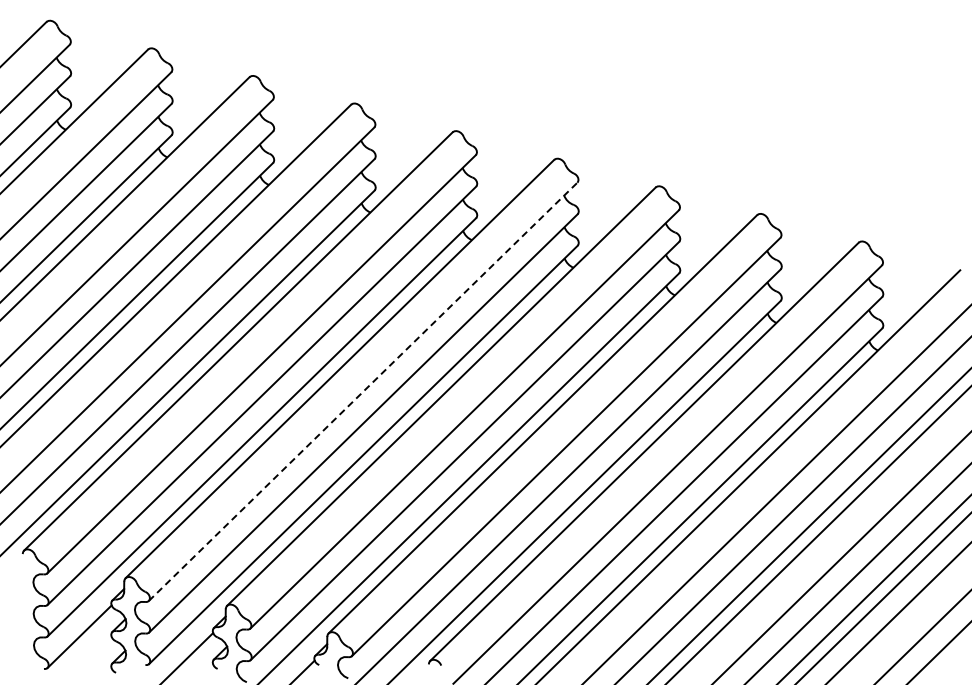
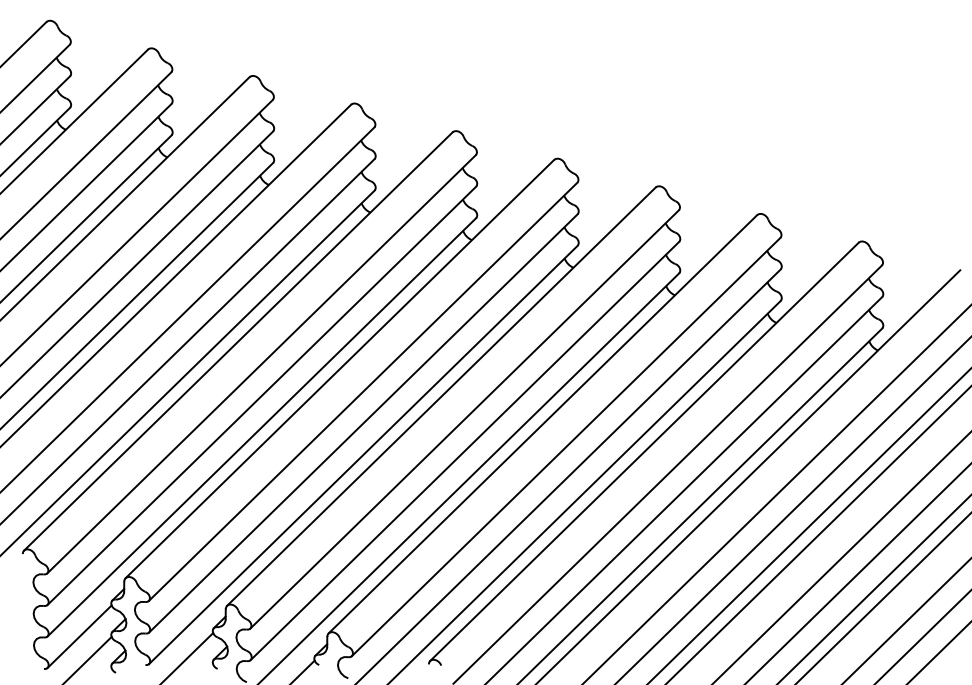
line at (363, 391): dashed -> solid
line at (898, 613) position: (898, 613) -> (906, 620)
line at (88, 658): none -> present
